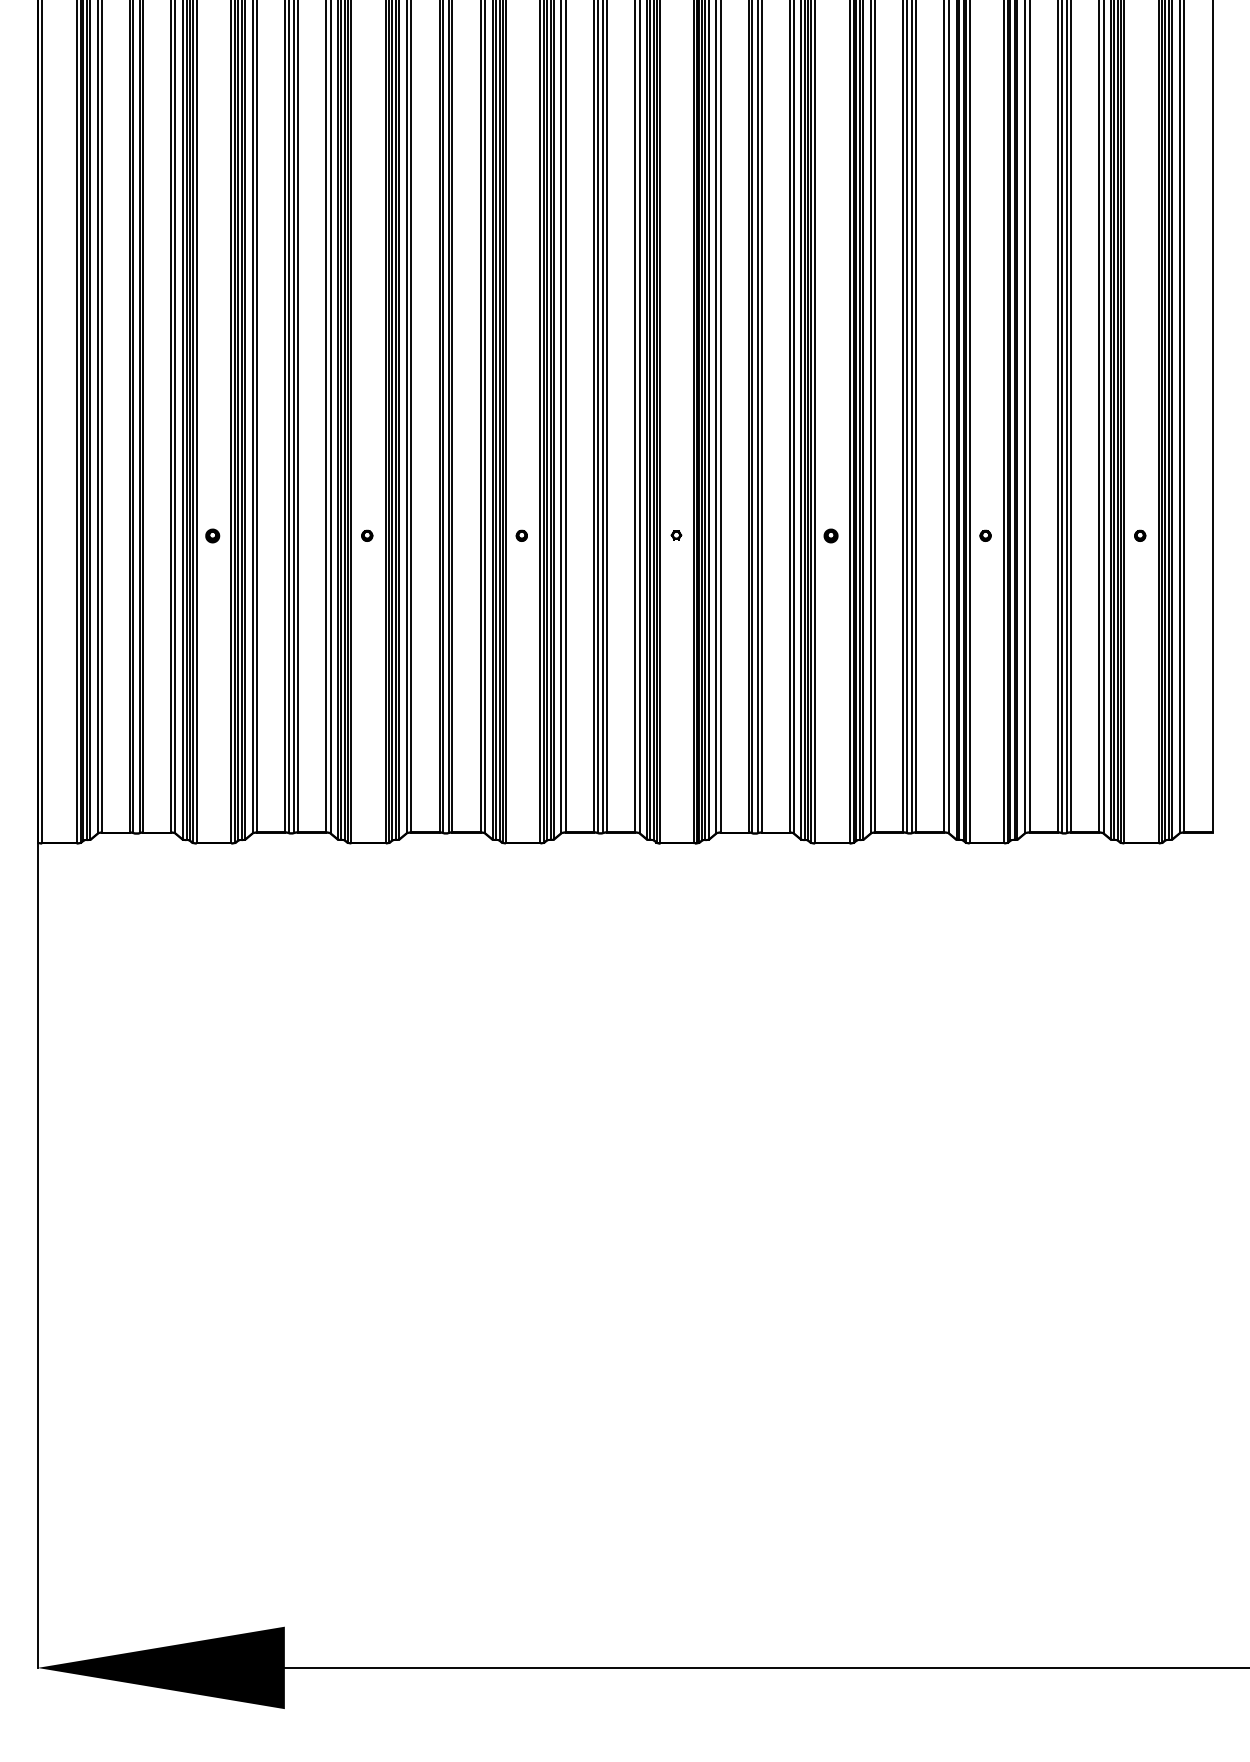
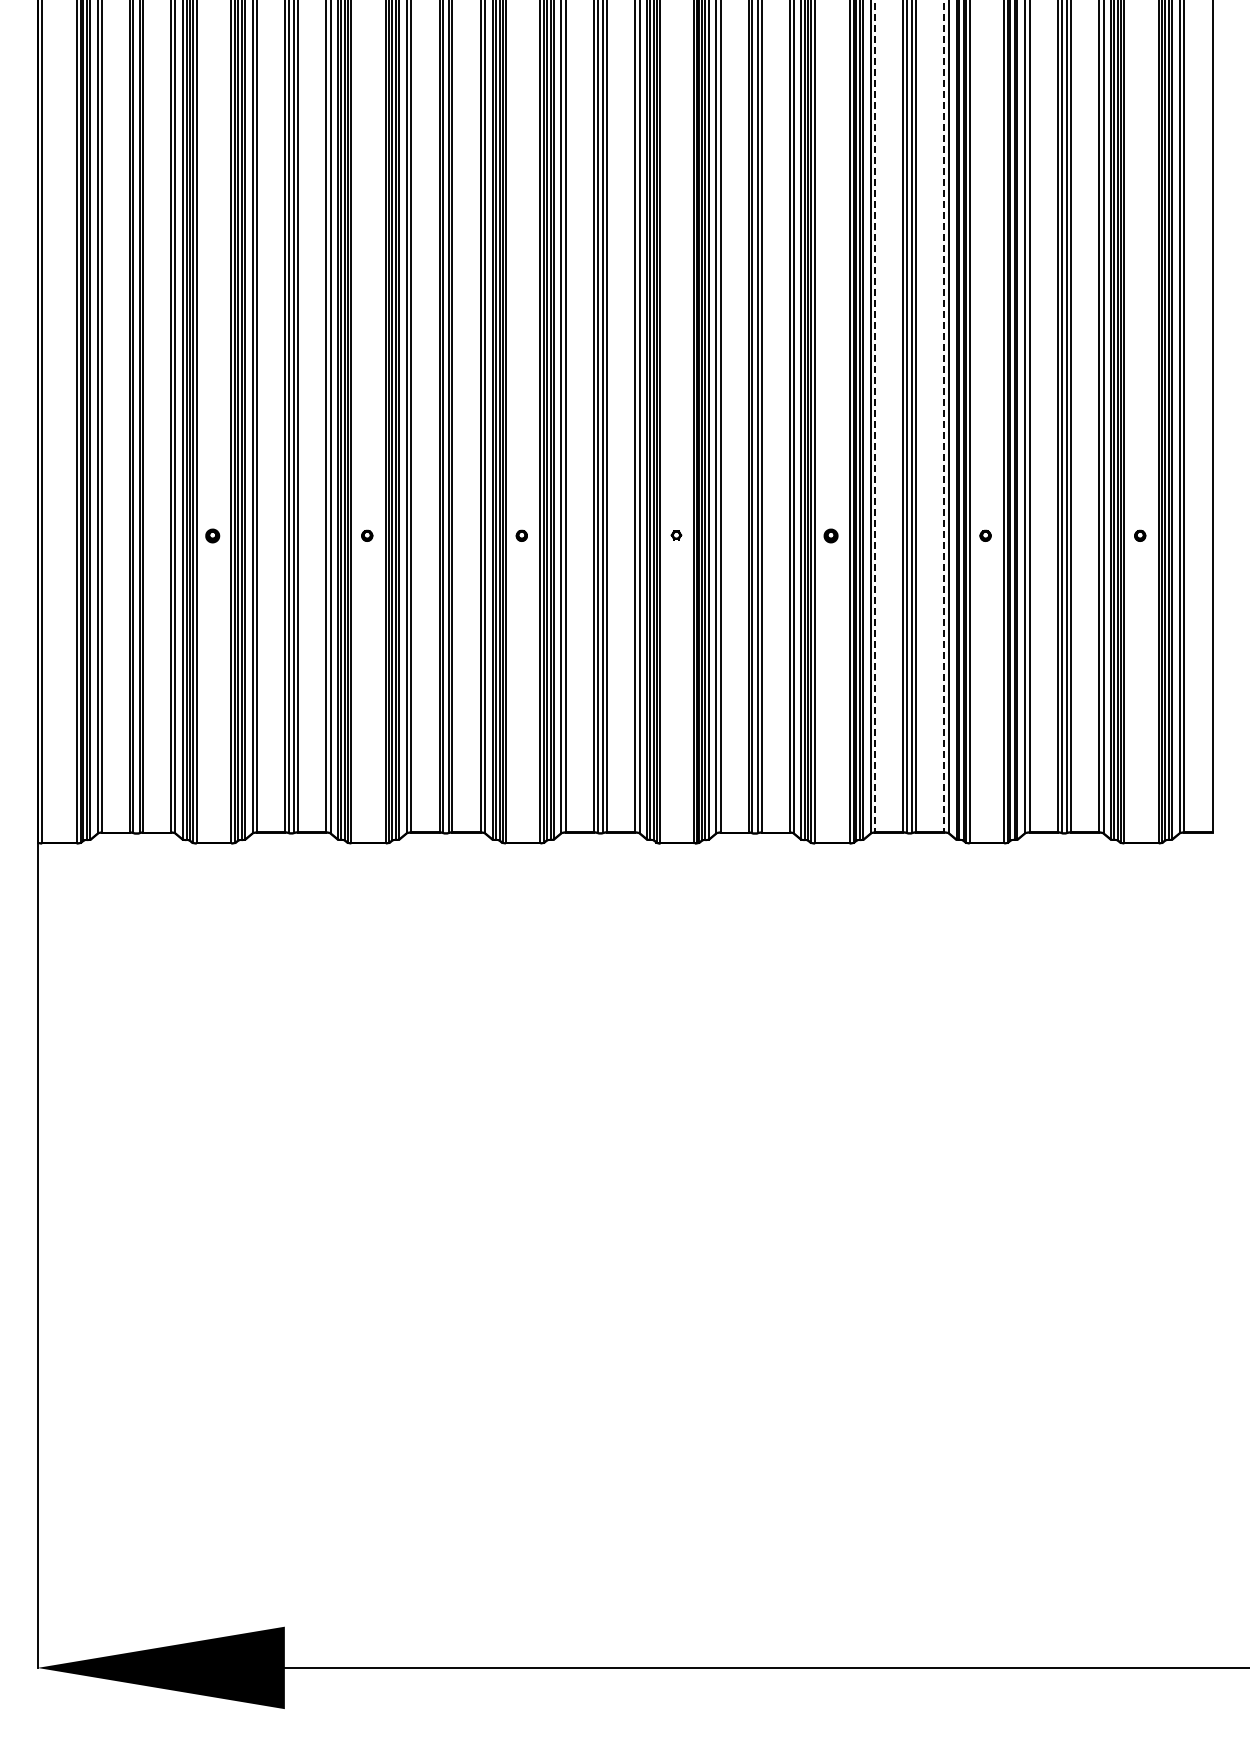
line at (875, 416): solid -> dashed
line at (944, 416): solid -> dashed
